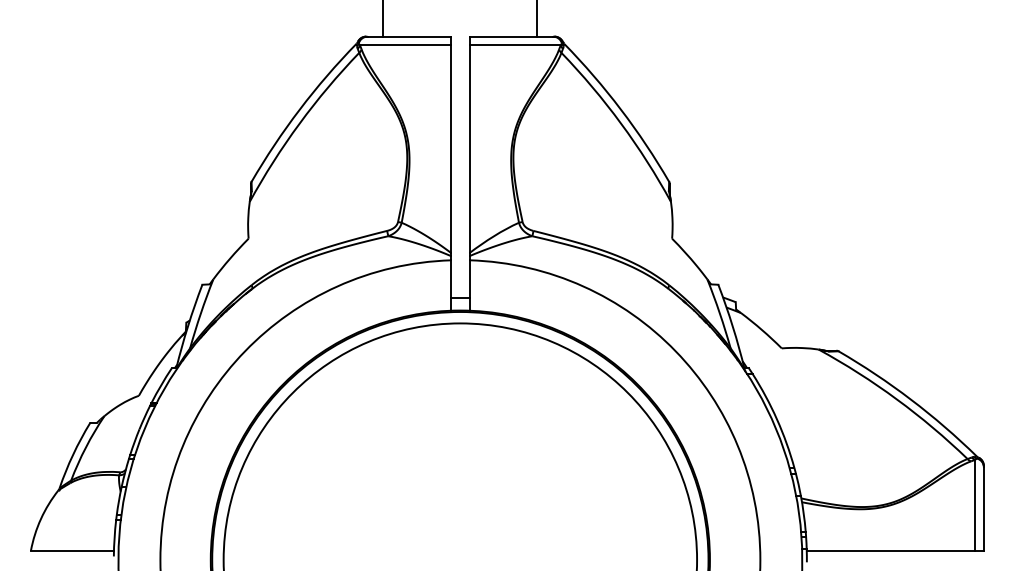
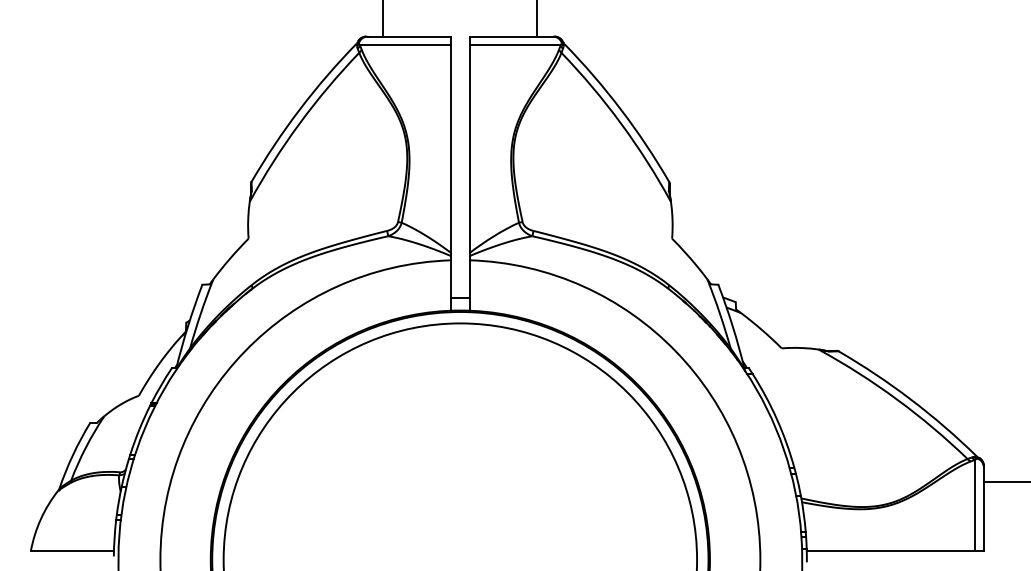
line at (1005, 482): none -> present
